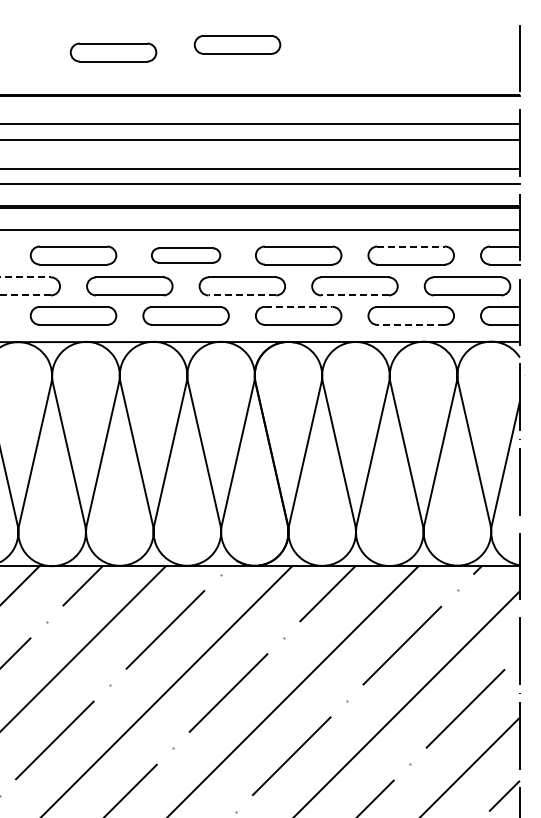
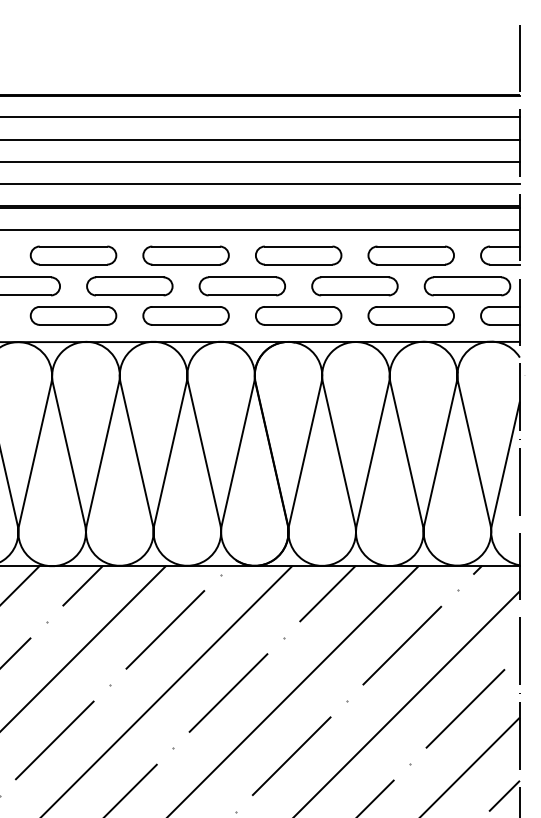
part at (237, 44): present -> none
part at (113, 52): present -> none
line at (260, 124) position: (260, 124) -> (260, 117)
line at (260, 168) position: (260, 168) -> (260, 161)
line at (411, 246): dashed -> solid
part at (186, 255) size: 71x17 px -> 88x21 px
line at (26, 277): dashed -> solid
line at (25, 295): dashed -> solid
line at (242, 295): dashed -> solid
line at (354, 295): dashed -> solid
line at (298, 306): dashed -> solid
line at (411, 324): dashed -> solid
